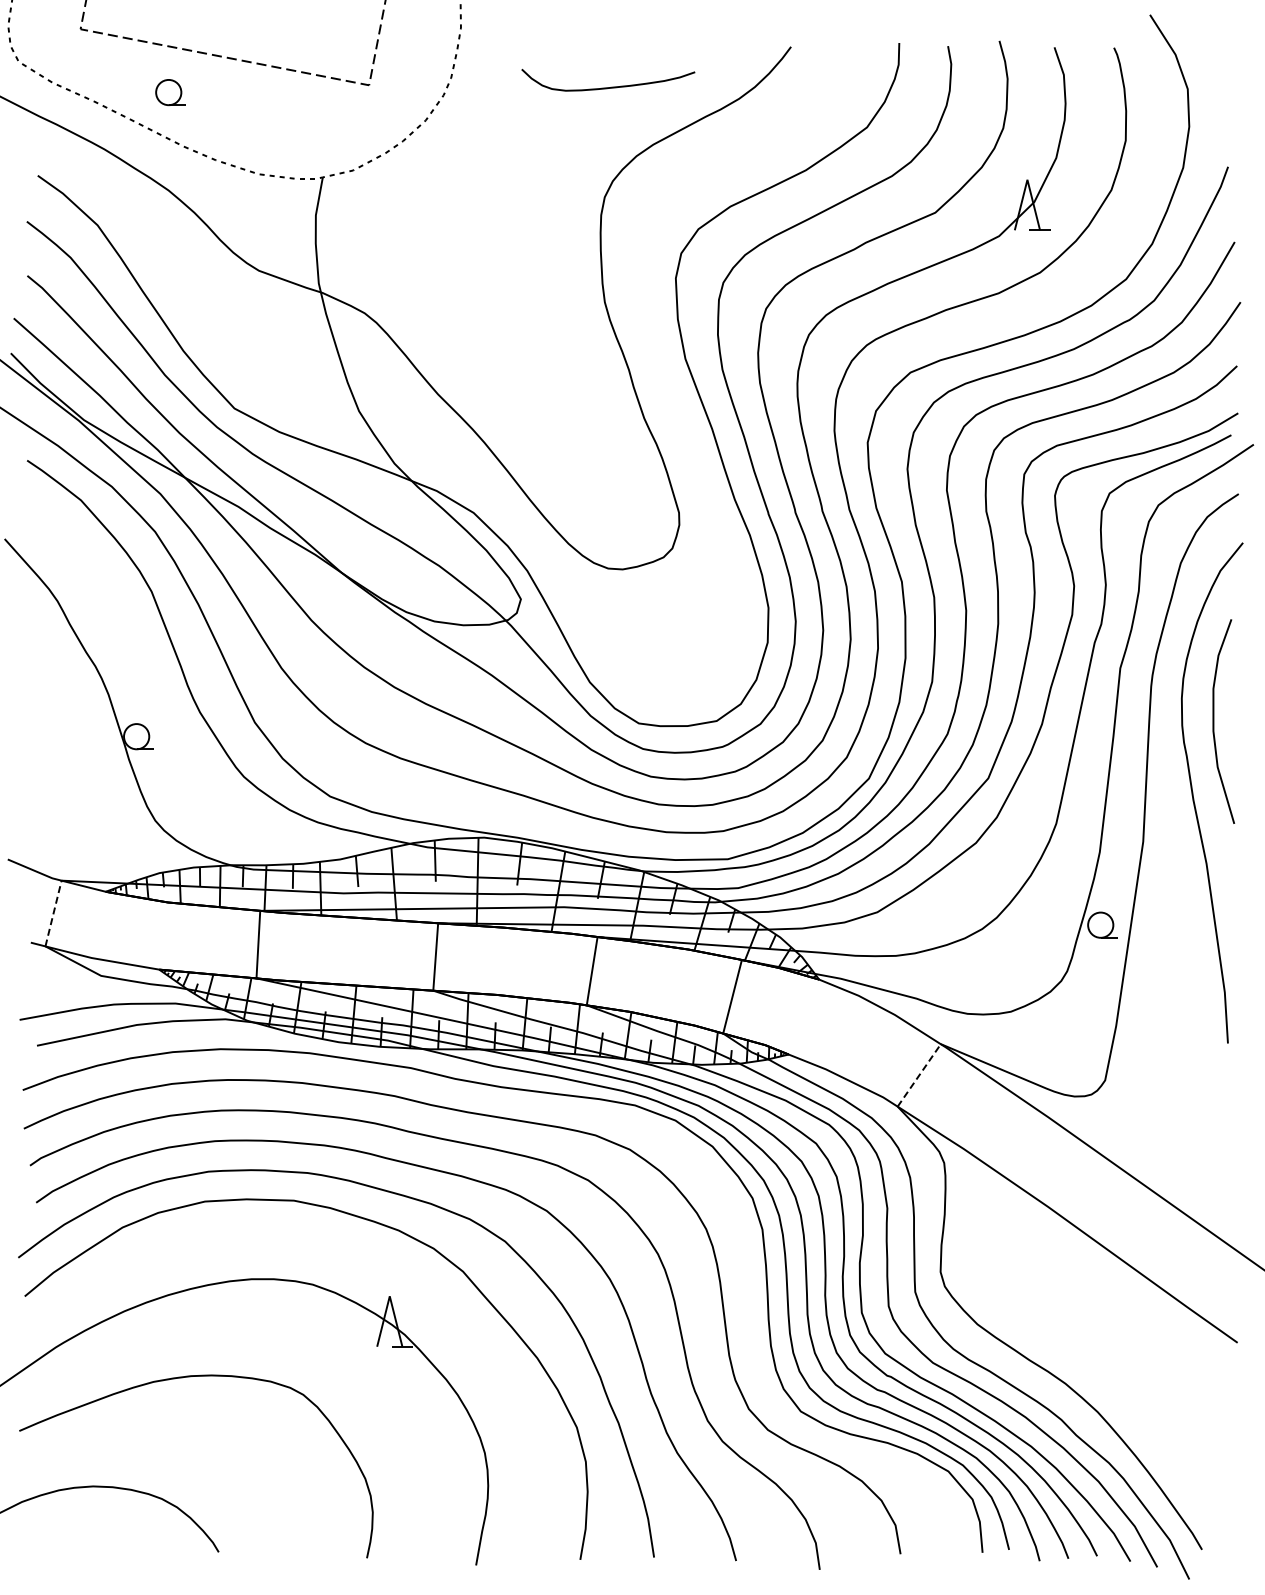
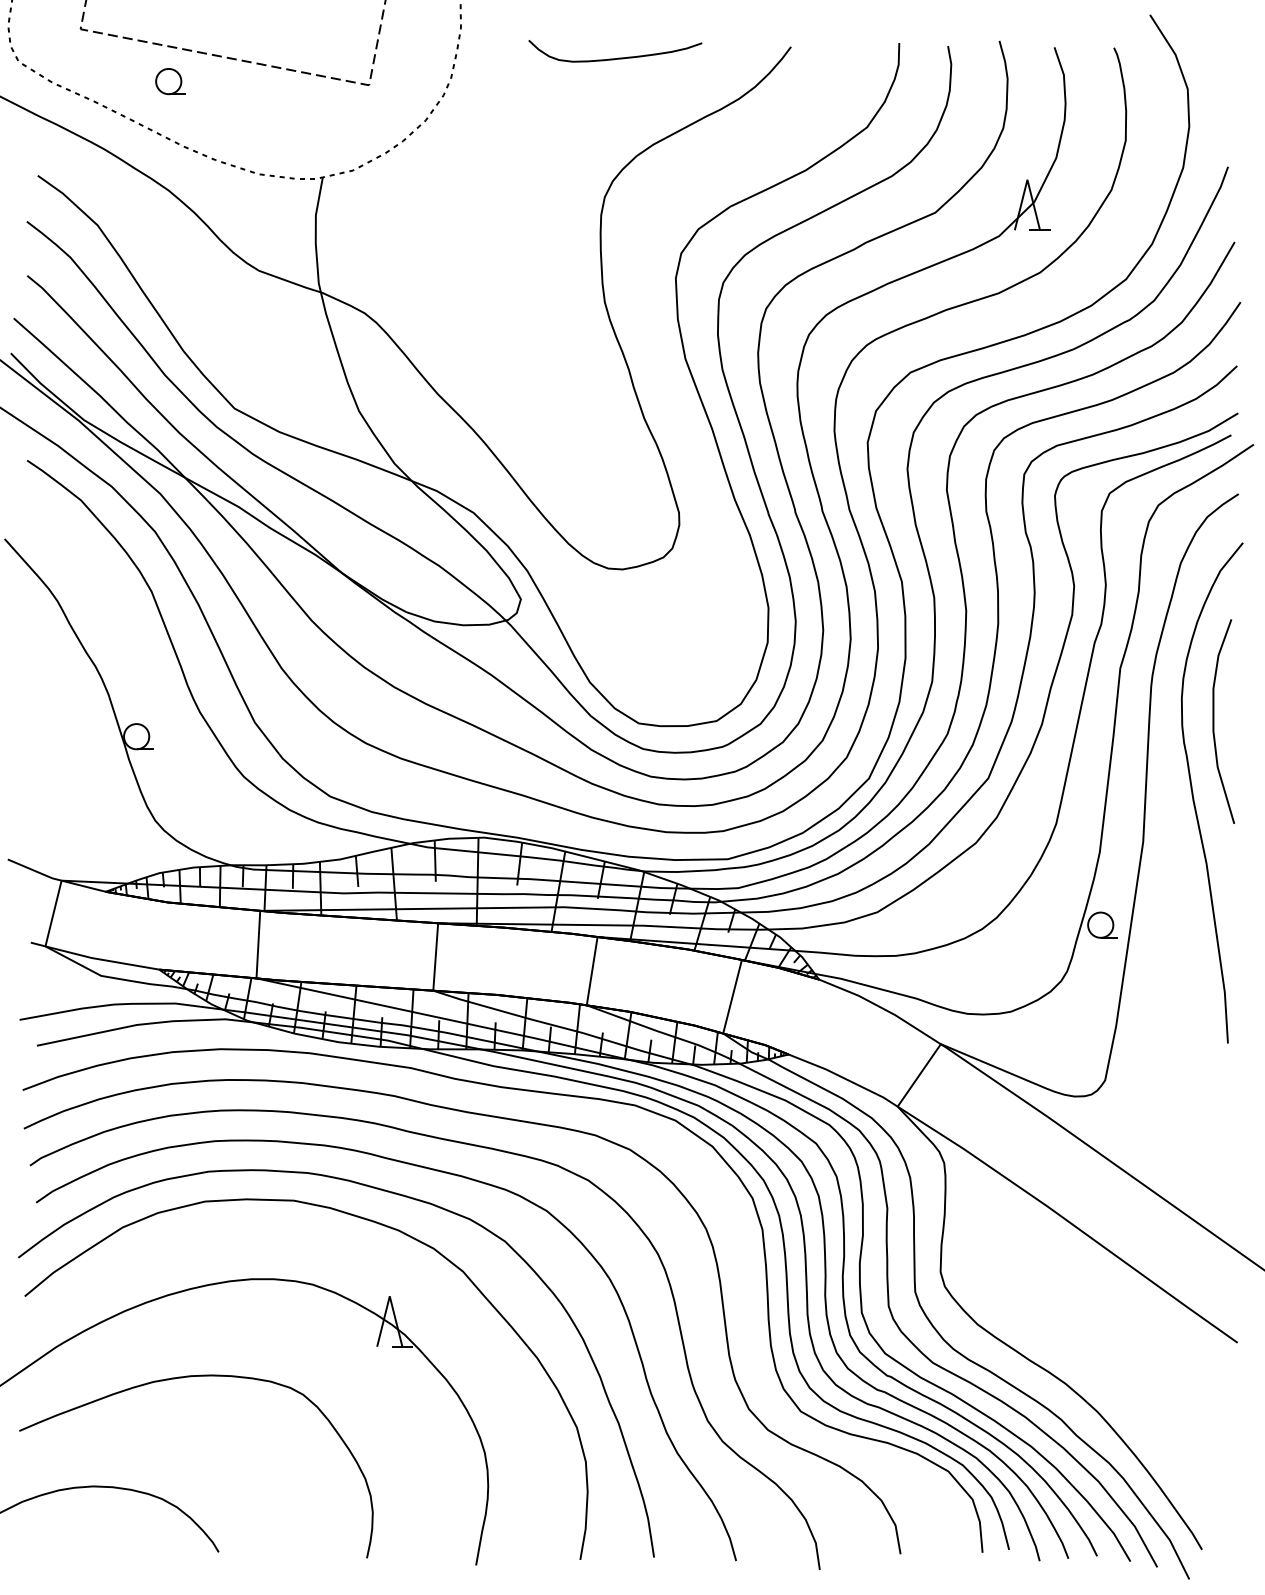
curve at (611, 86) position: (611, 86) -> (618, 57)
part at (170, 92) position: (170, 92) -> (170, 81)
line at (53, 913): dashed -> solid
line at (919, 1075): dashed -> solid
